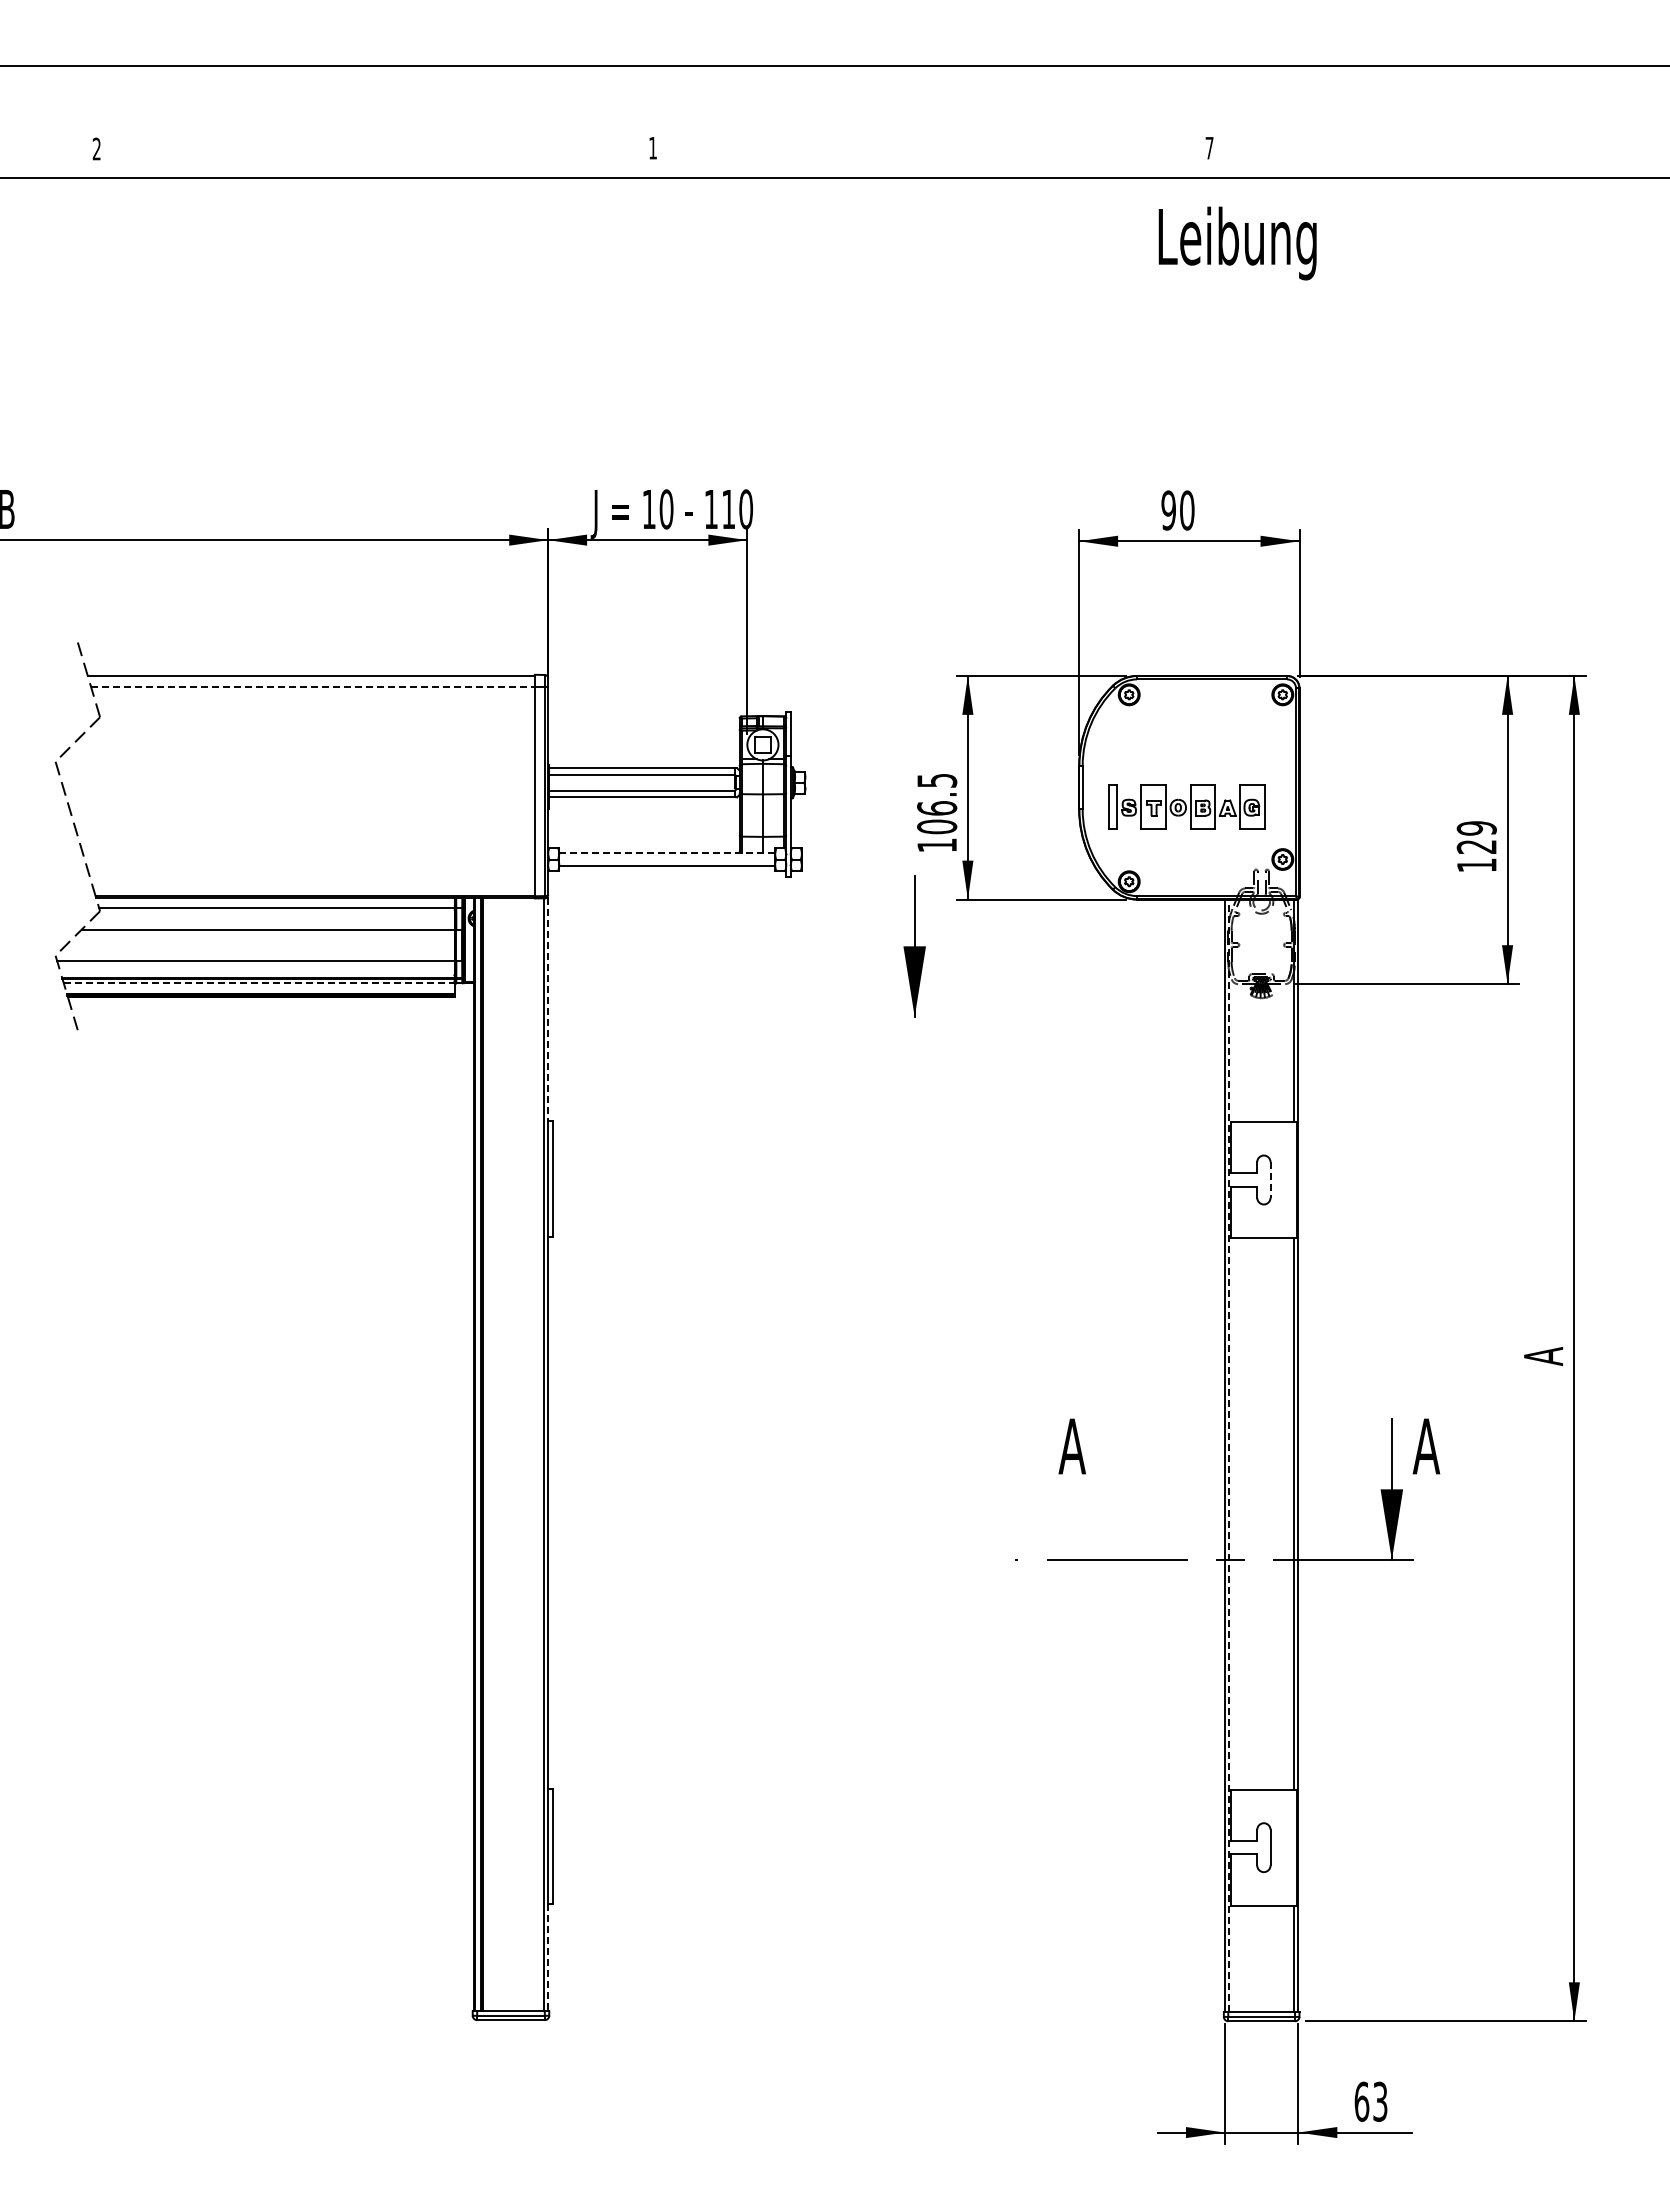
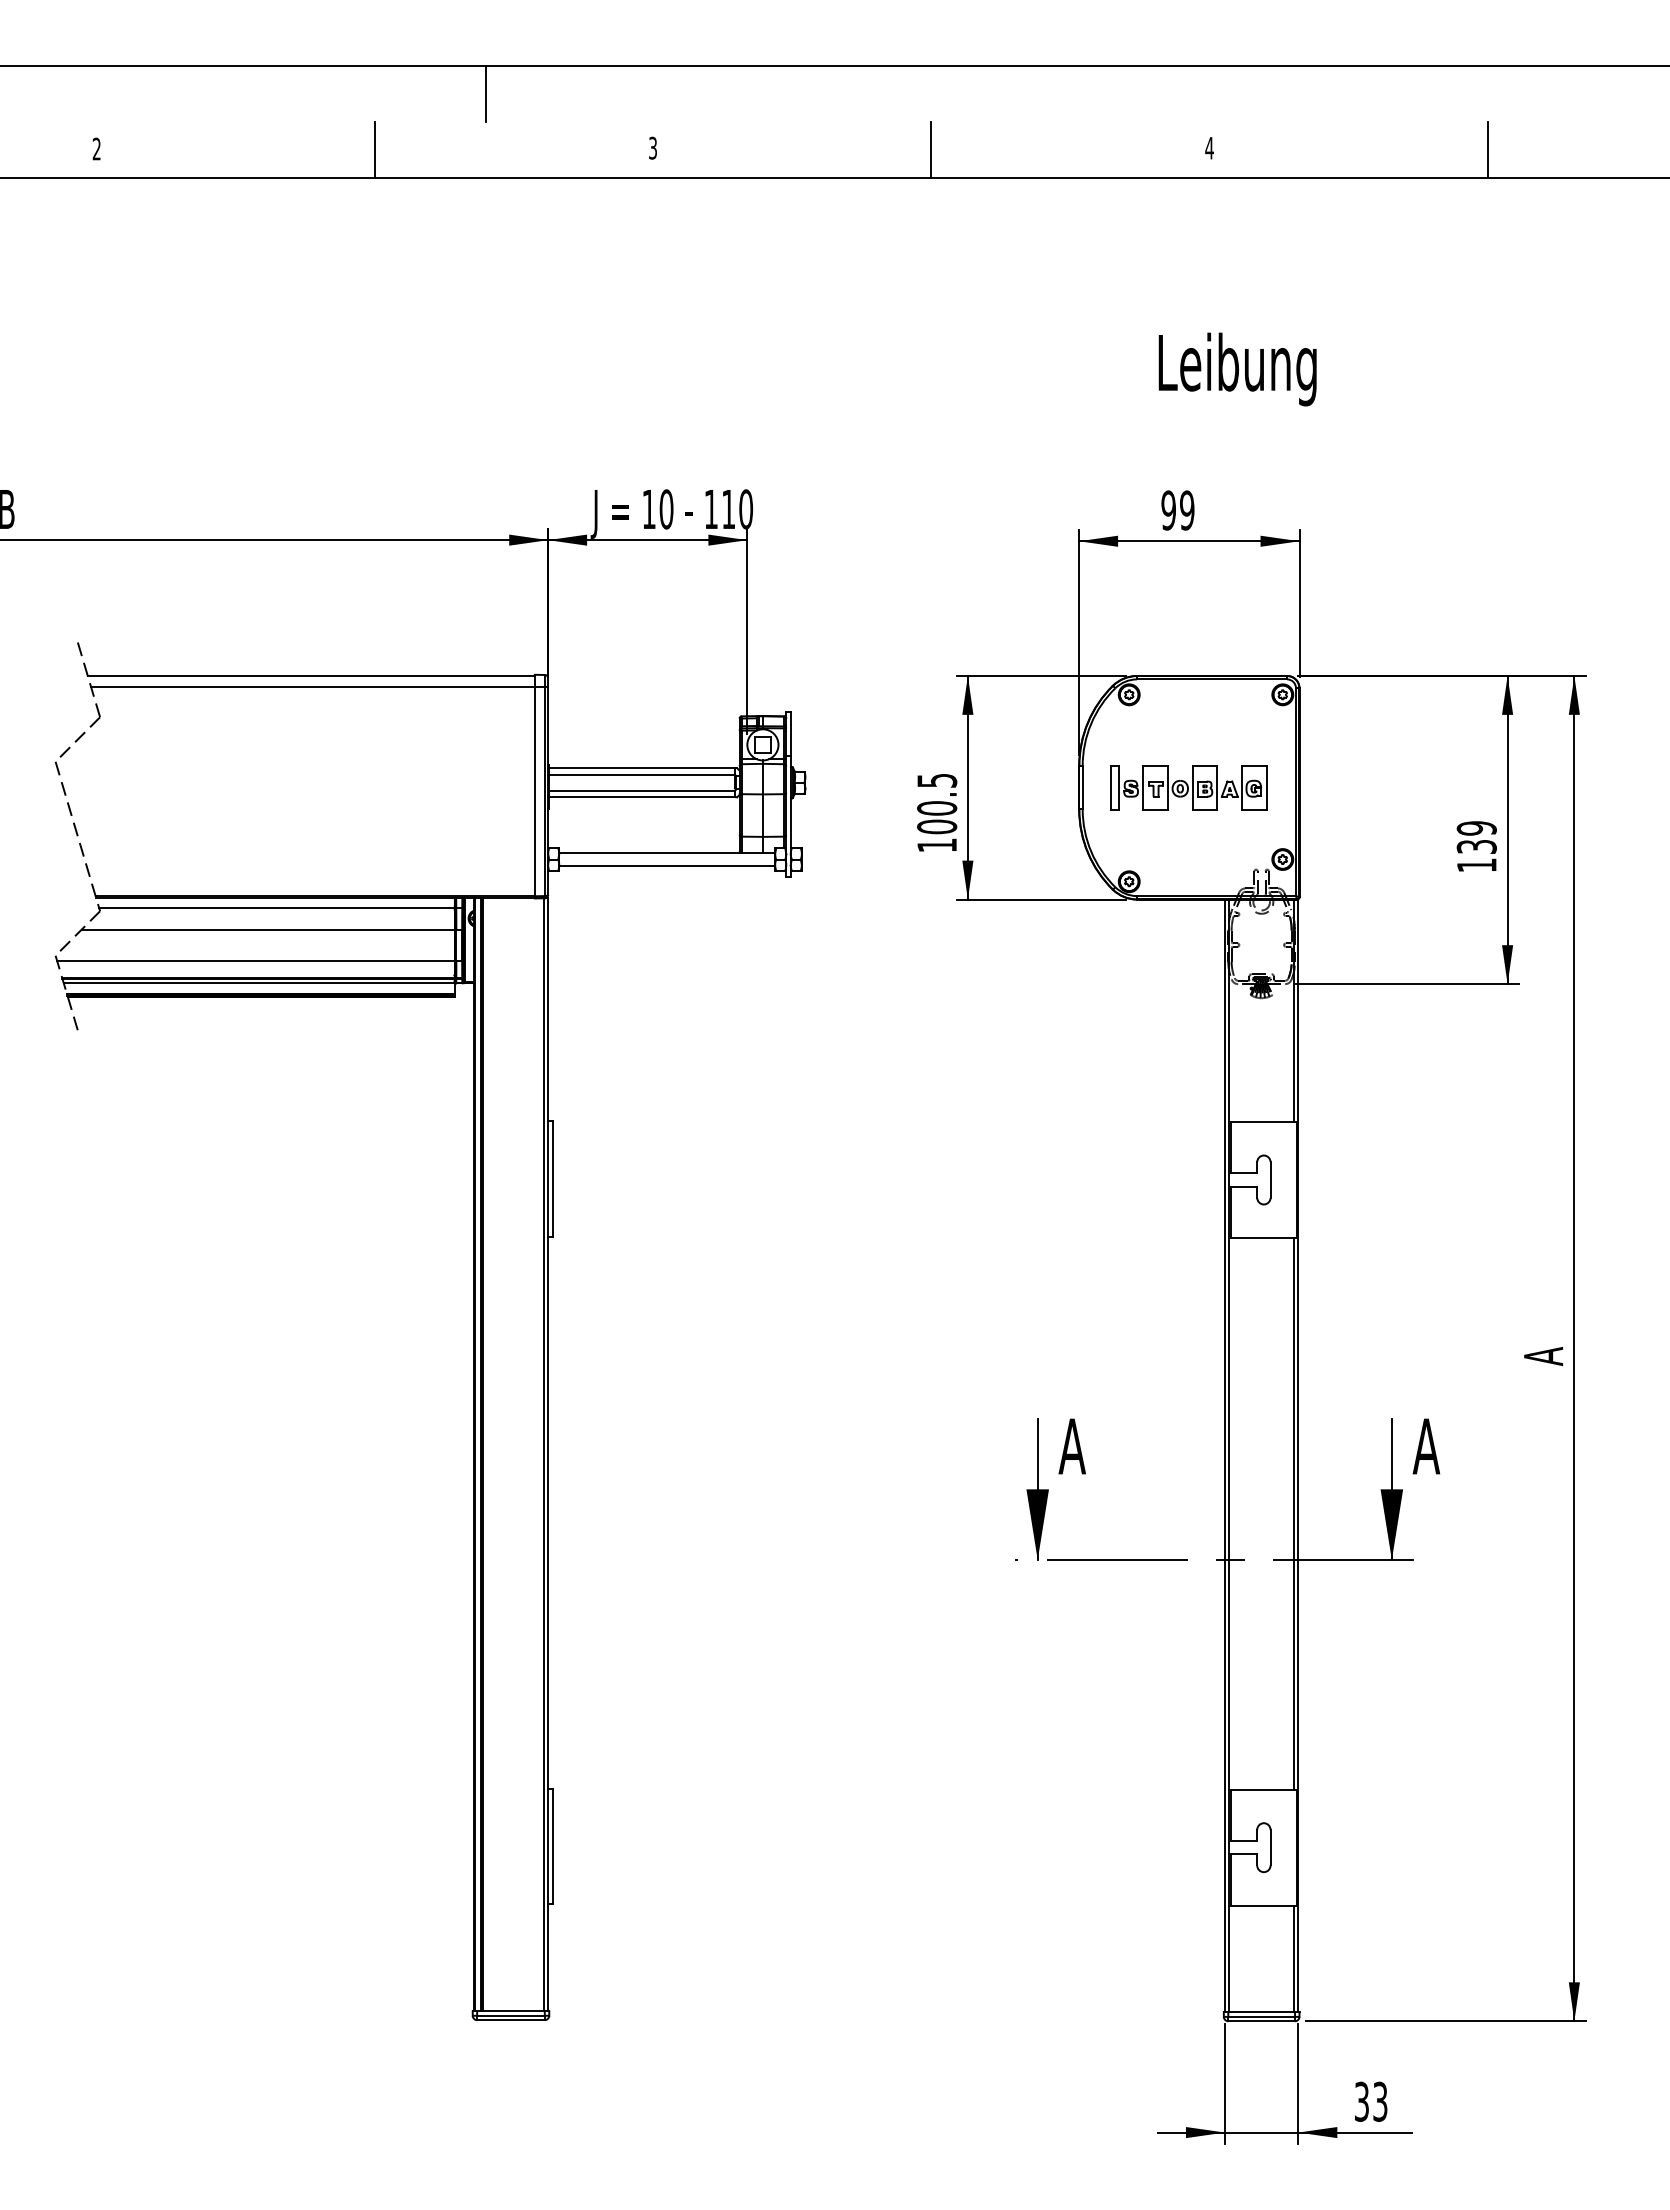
line at (485, 93): none -> present
text at (652, 147): 1 -> 3
text at (1209, 148): 7 -> 4
line at (374, 149): none -> present
line at (931, 149): none -> present
line at (1487, 149): none -> present
text at (1237, 243) position: (1237, 243) -> (1237, 369)
text at (1187, 510): 90 -> 99
line at (312, 687): dashed -> solid
part at (1186, 806) position: (1186, 806) -> (1188, 787)
text at (937, 808): 106.5 -> 100.5
text at (1476, 846): 129 -> 139
line at (667, 852): dashed -> solid
part at (914, 946) position: (914, 946) -> (1037, 1489)
line at (259, 983): dashed -> solid
line at (548, 1010): dashed -> solid
line at (1270, 1180): dashed -> solid
line at (1229, 1455): dashed -> solid
line at (548, 1958): dashed -> solid
text at (1361, 2101): 63 -> 33
